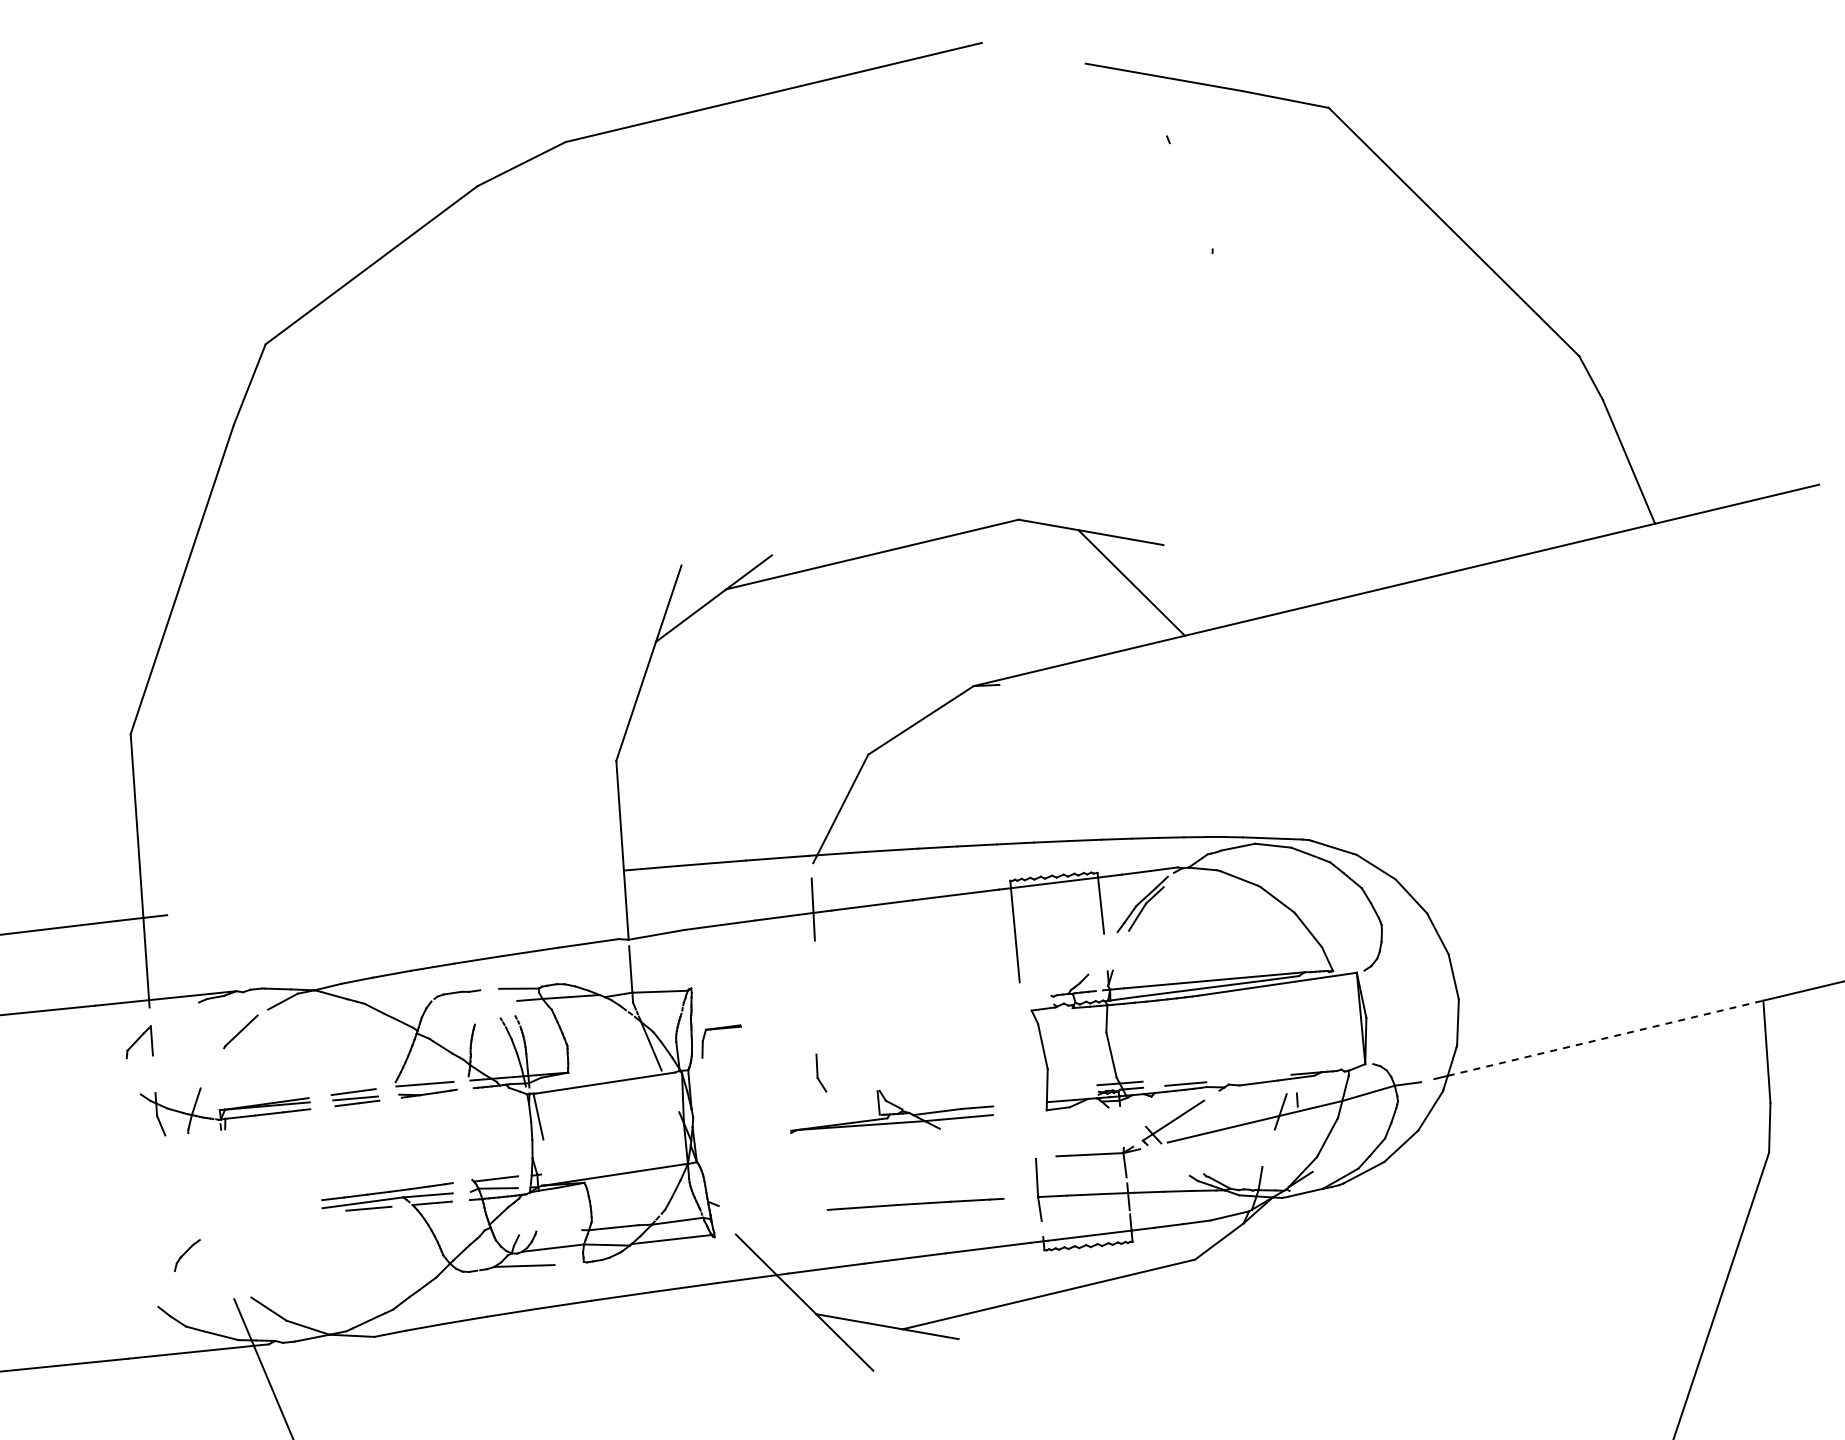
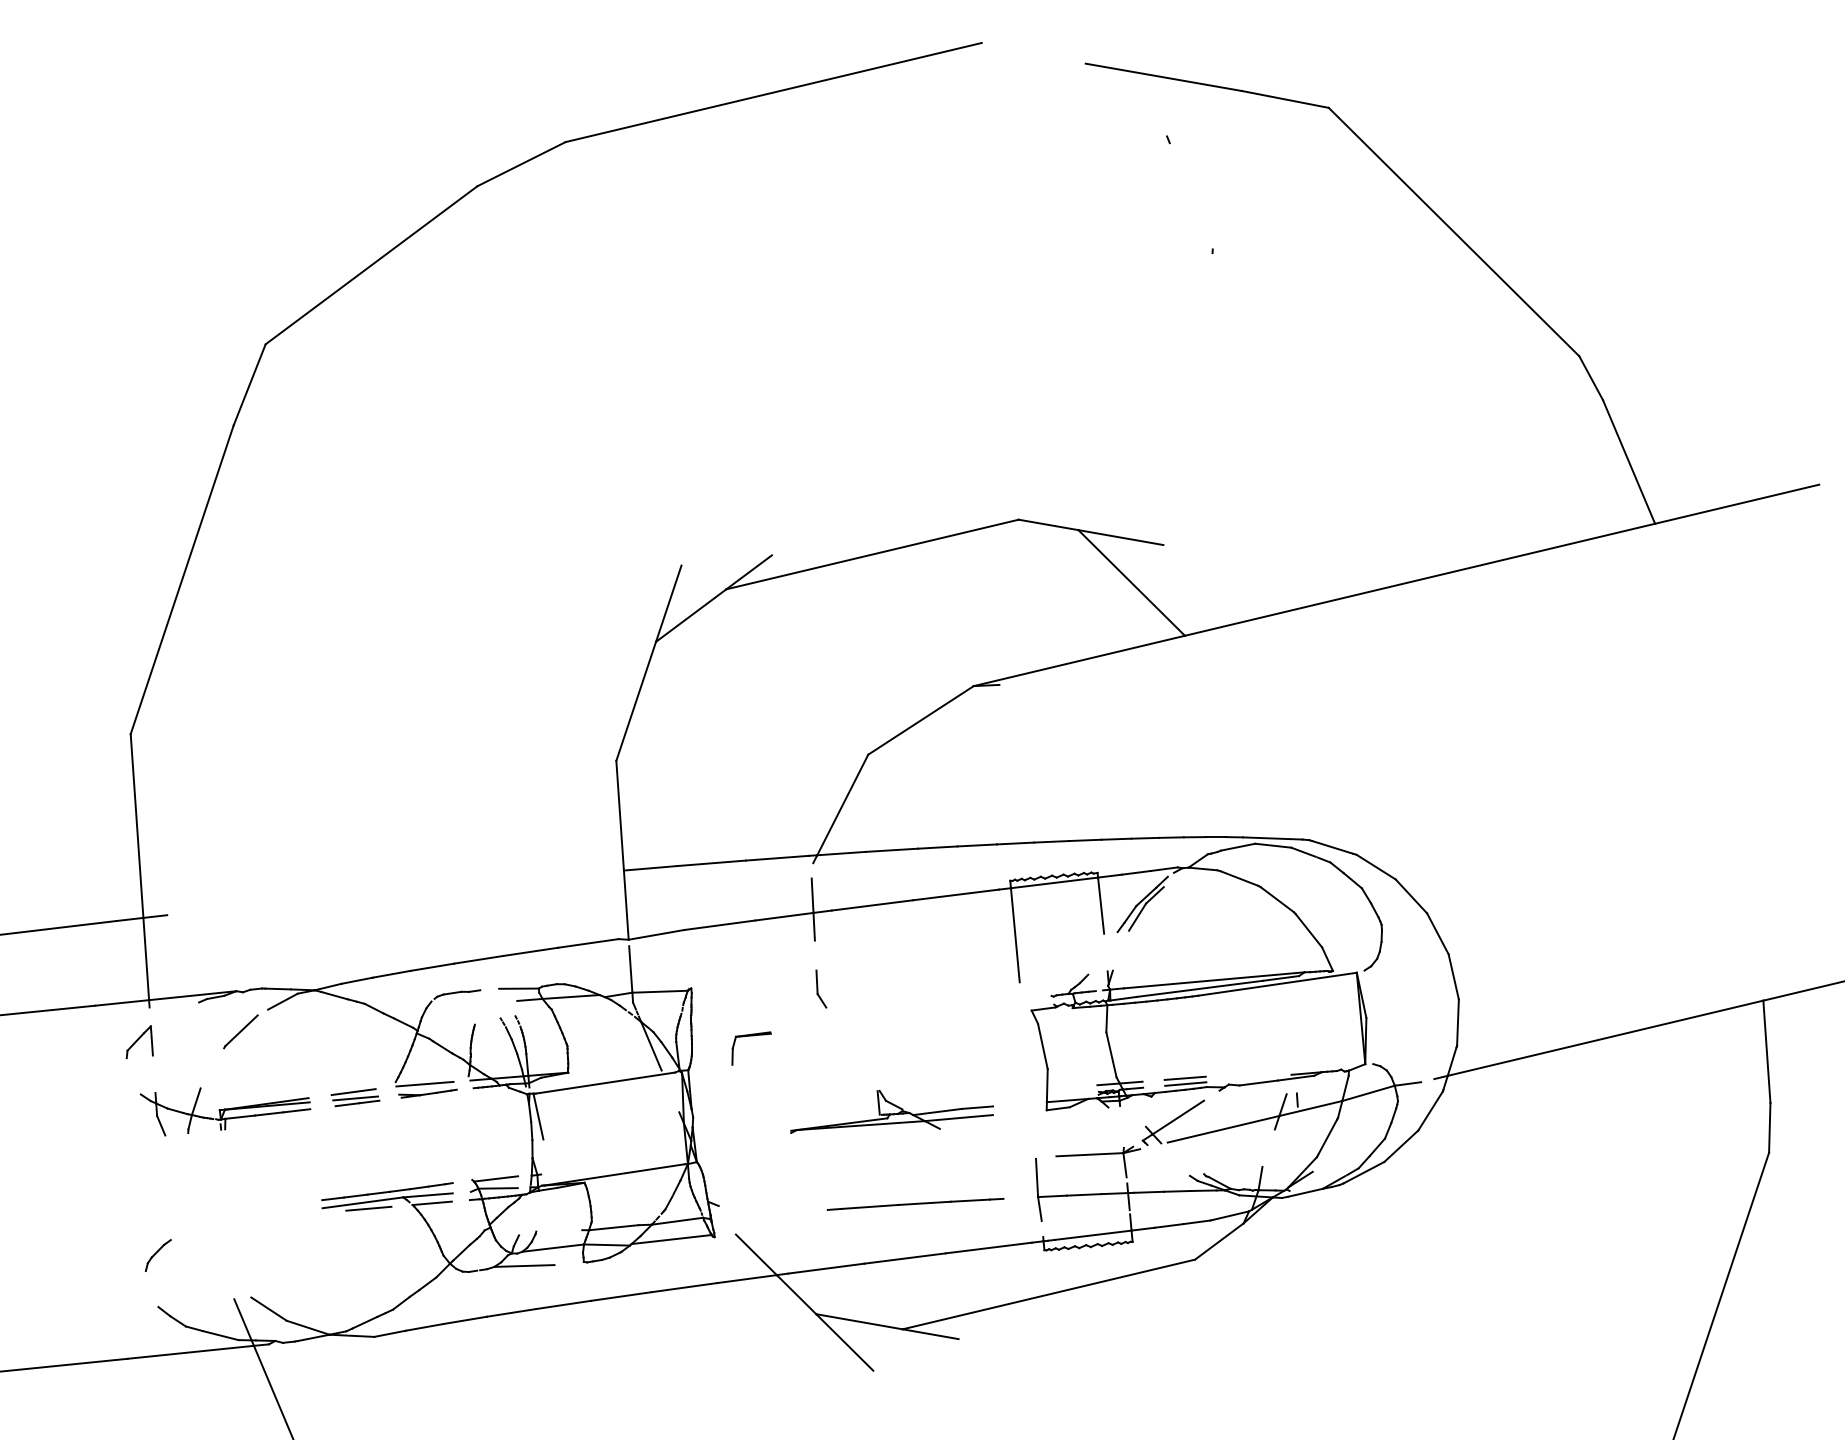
part at (721, 1029) position: (721, 1029) -> (751, 1036)
line at (1606, 1038): dashed -> solid
part at (821, 1072) position: (821, 1072) -> (821, 988)
line at (1184, 1077): none -> present
part at (186, 1255) position: (186, 1255) -> (157, 1255)
